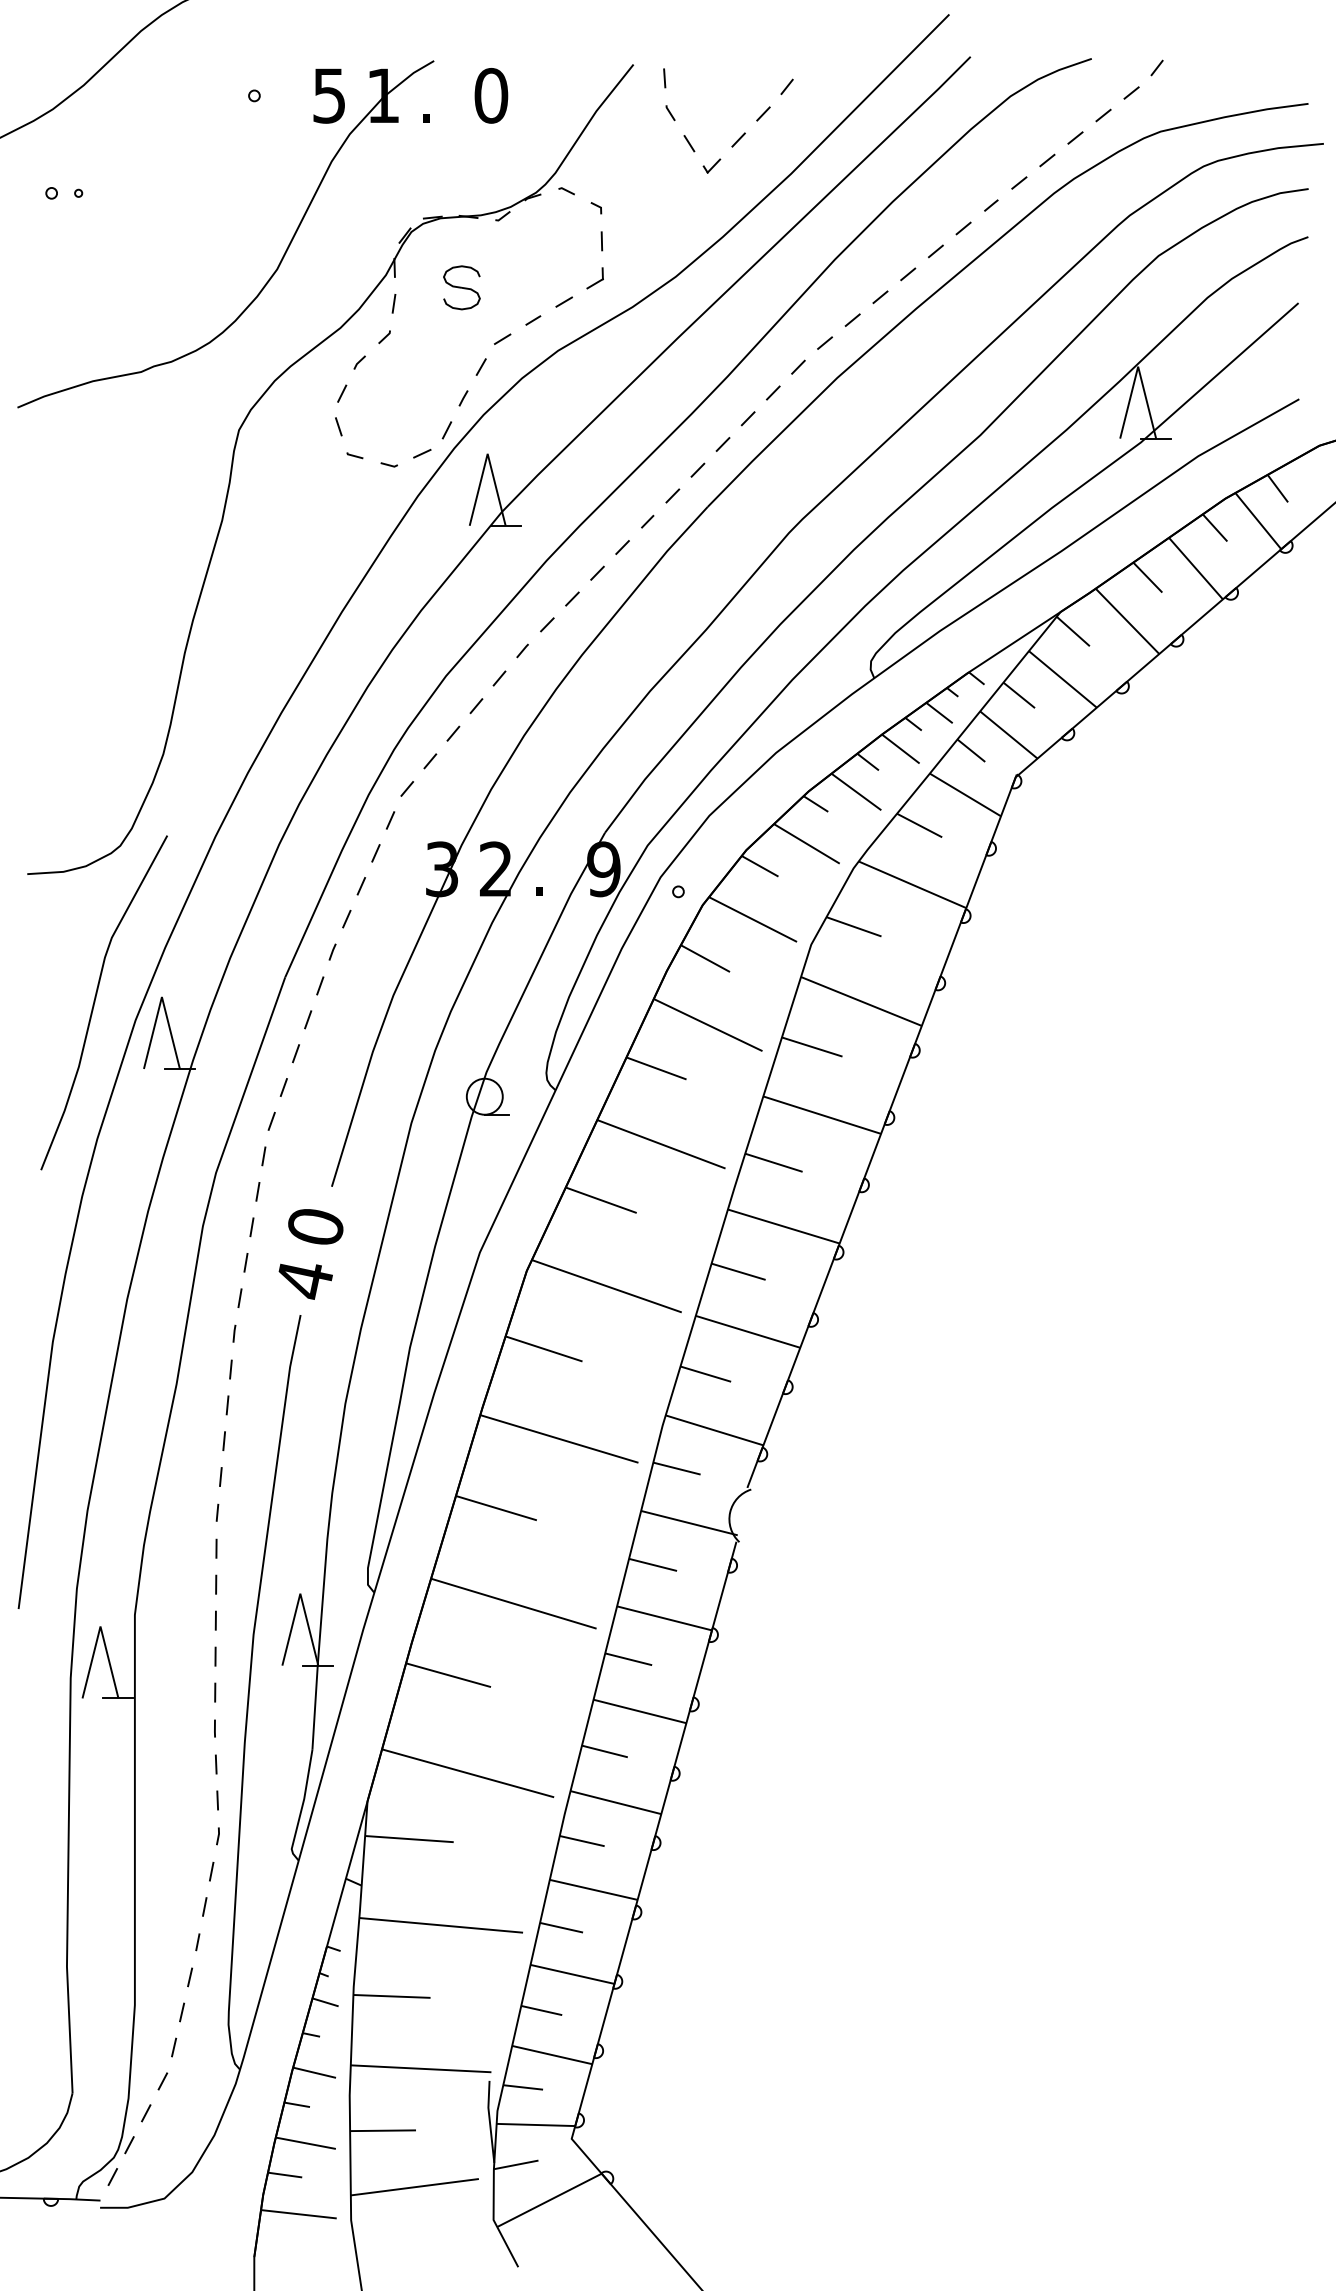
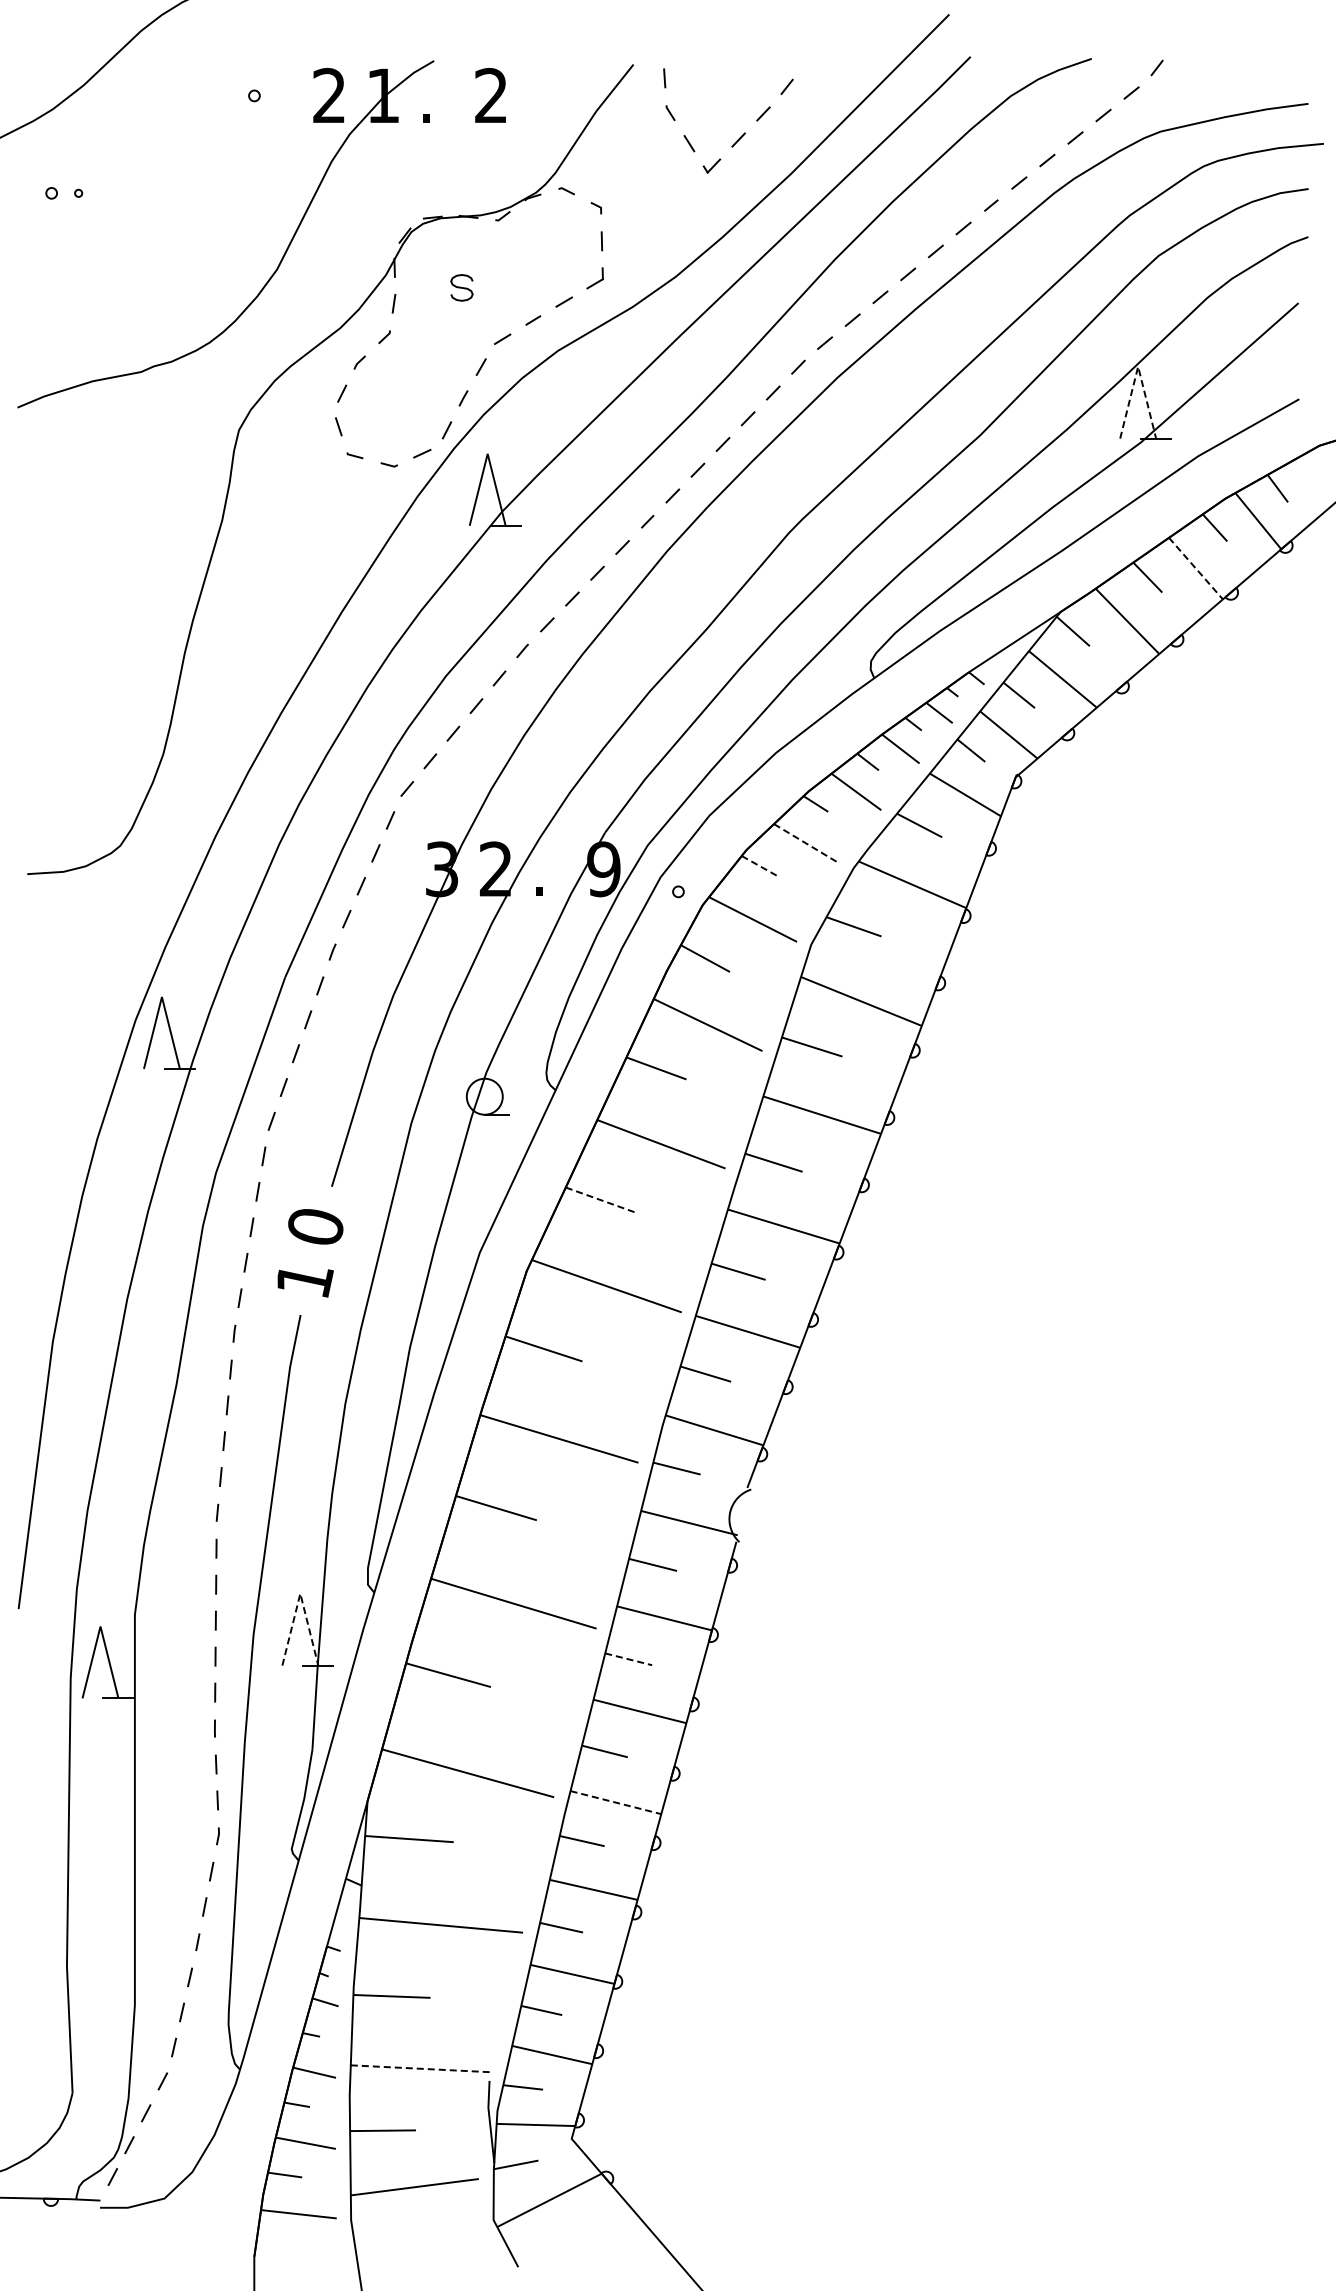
text at (328, 95): 5 -> 2
text at (491, 95): 0 -> 2
part at (461, 287) size: 38x46 px -> 24x28 px
line at (1138, 366): solid -> dashed
line at (1195, 568): solid -> dashed
line at (807, 844): solid -> dashed
line at (760, 866): solid -> dashed
curve at (95, 1002): present -> none
line at (601, 1200): solid -> dashed
text at (305, 1281): 4 -> 1
line at (300, 1593): solid -> dashed
line at (629, 1659): solid -> dashed
line at (615, 1802): solid -> dashed
line at (421, 2068): solid -> dashed
